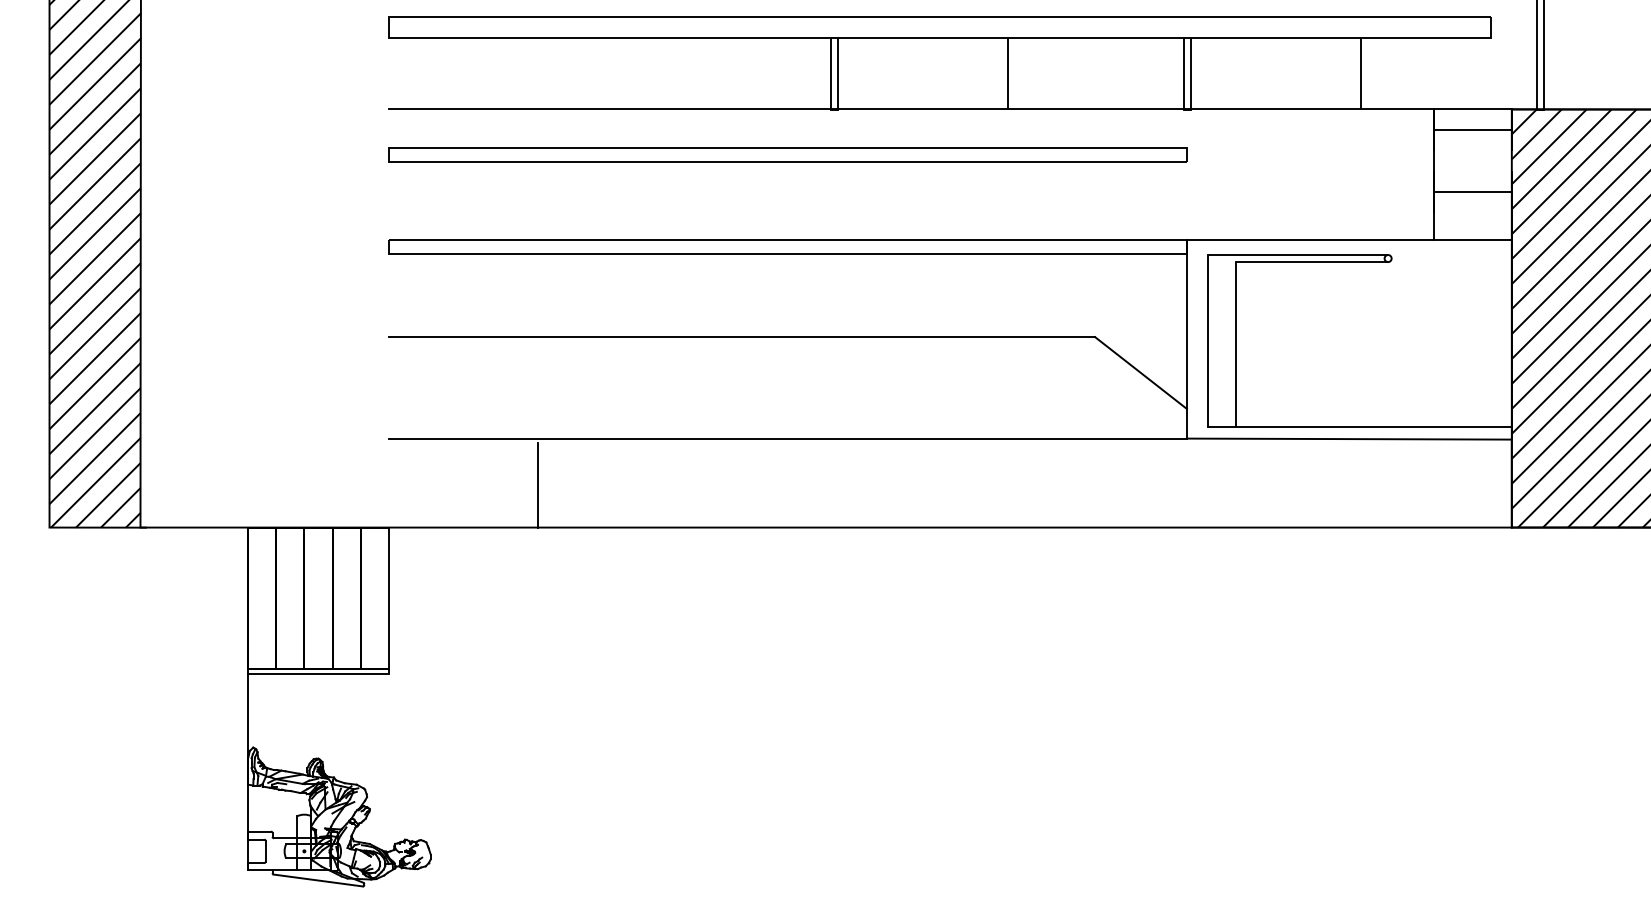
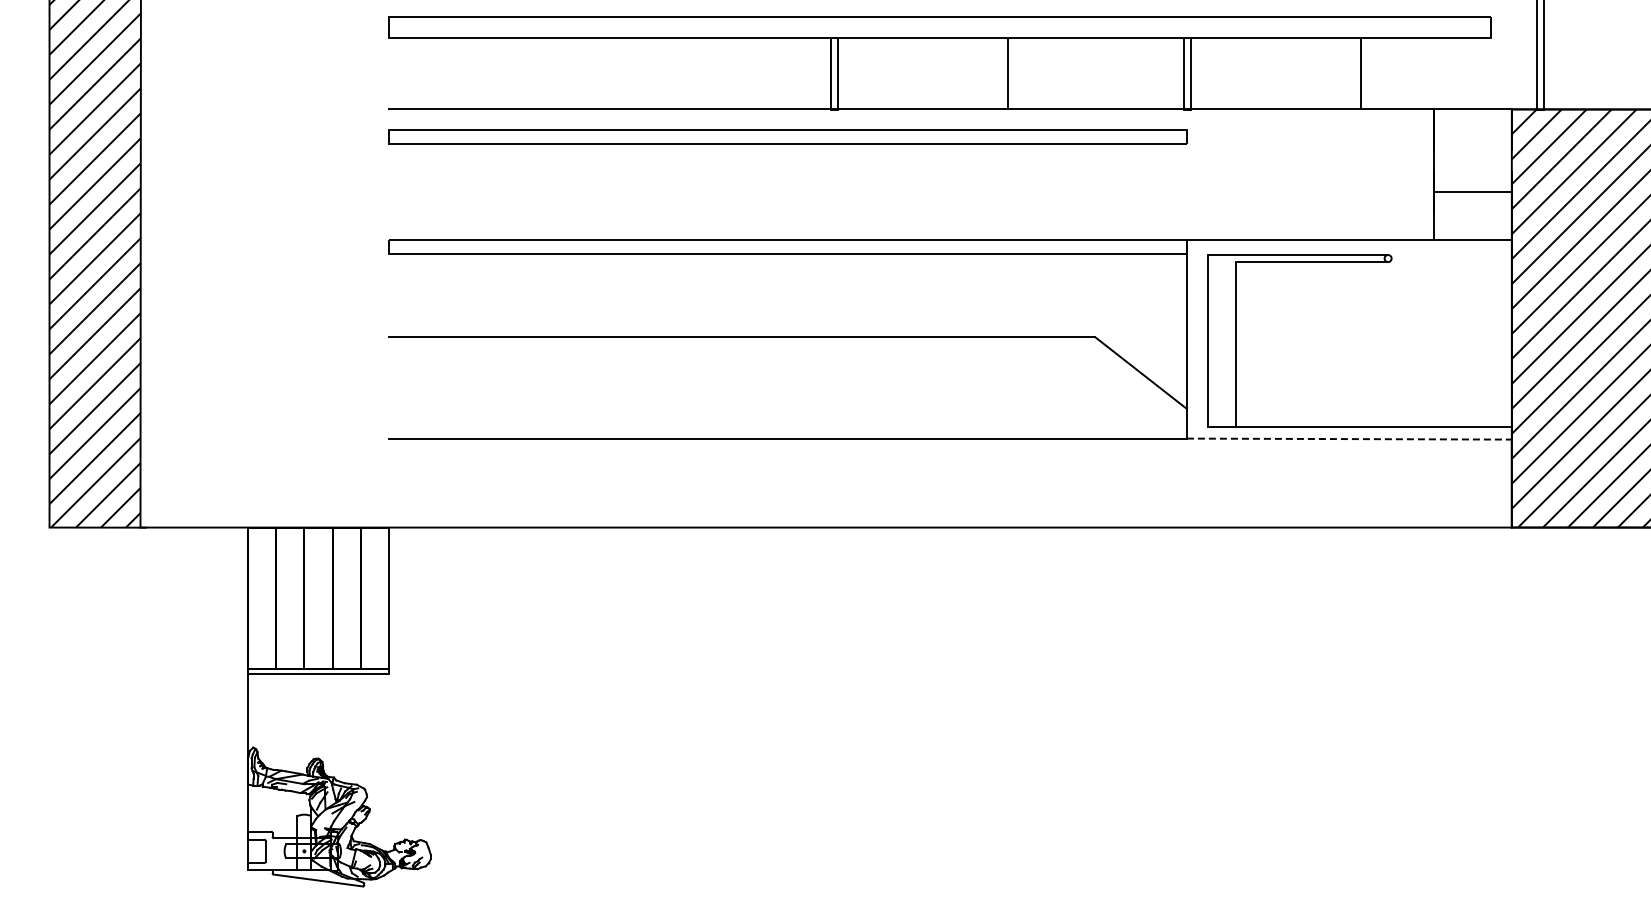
line at (1472, 129): present -> none
part at (787, 154) position: (787, 154) -> (787, 136)
line at (1349, 439): solid -> dashed
line at (538, 484): present -> none
